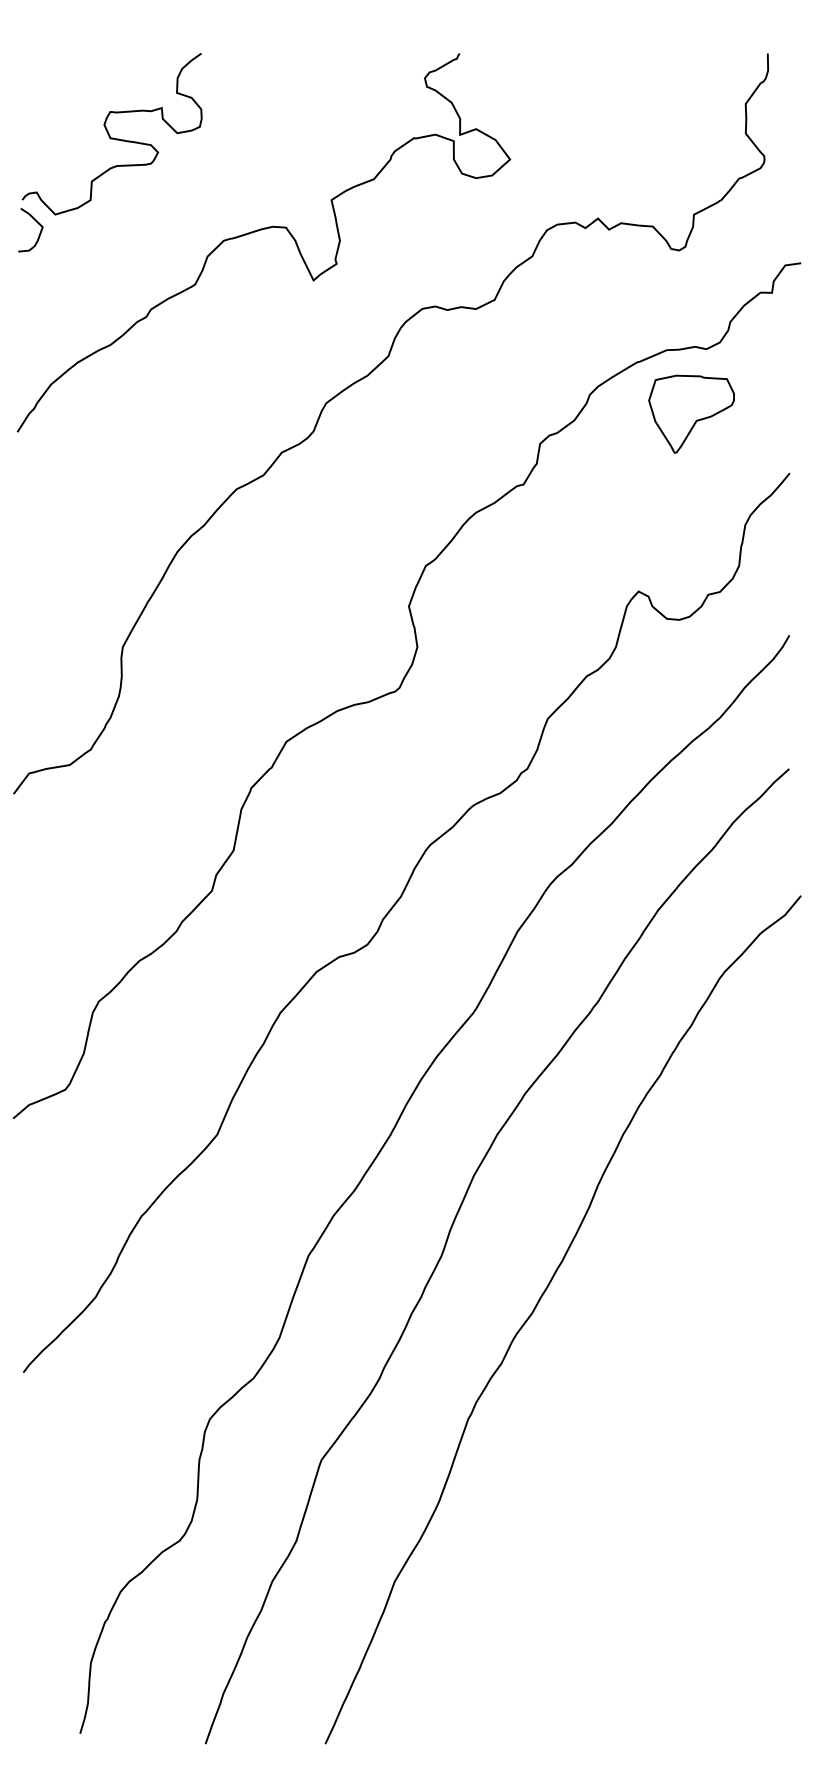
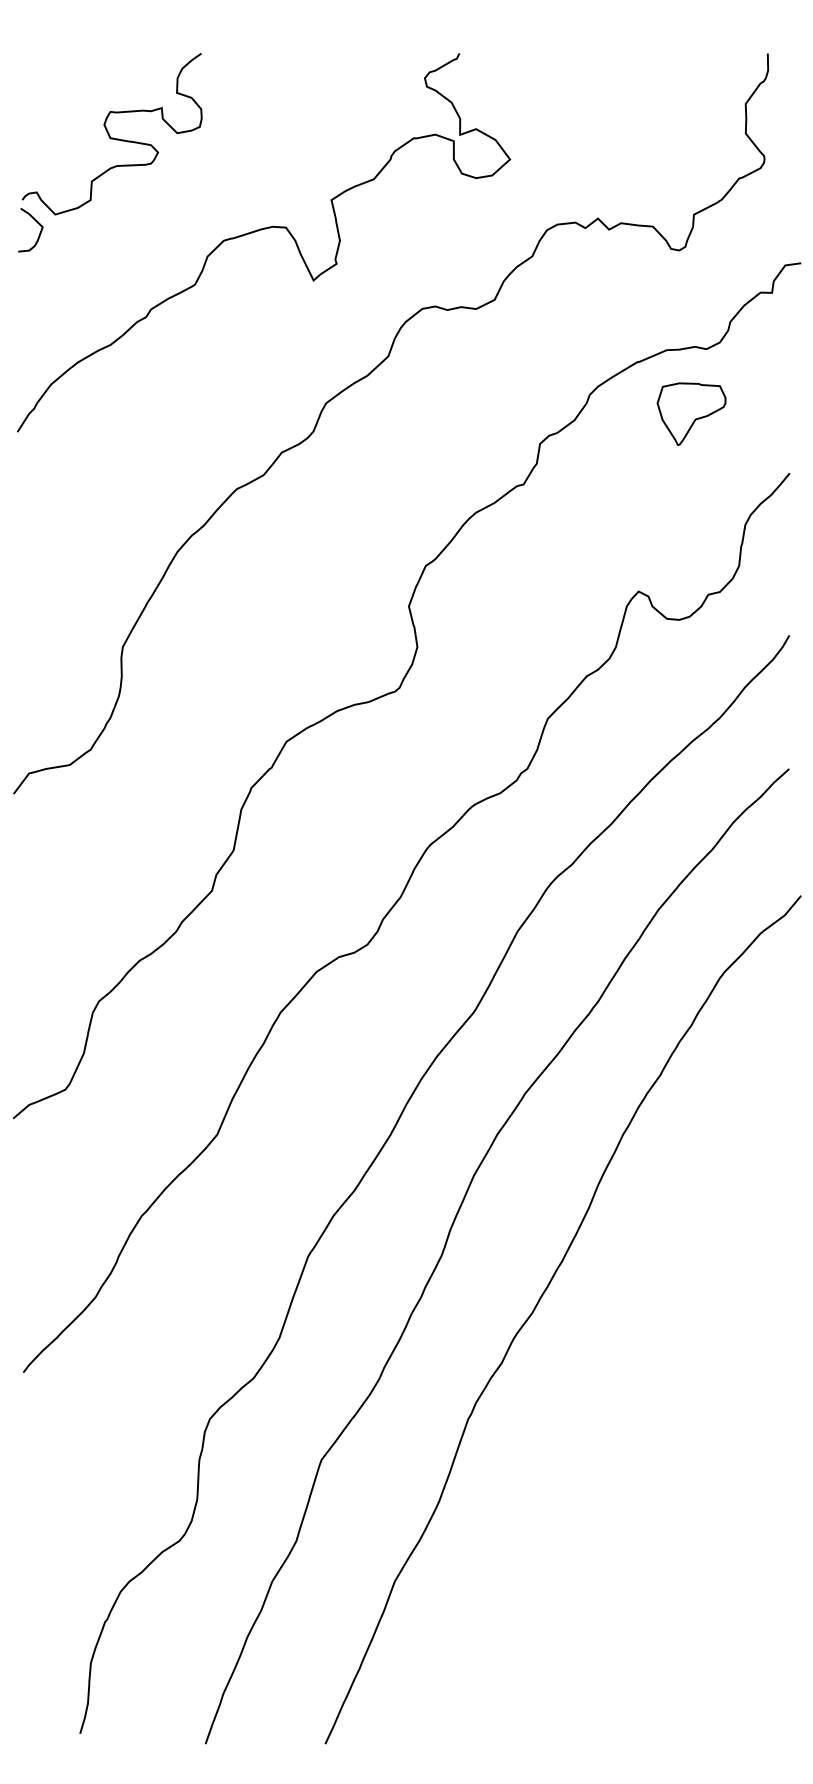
part at (691, 413) size: 87x80 px -> 71x64 px
